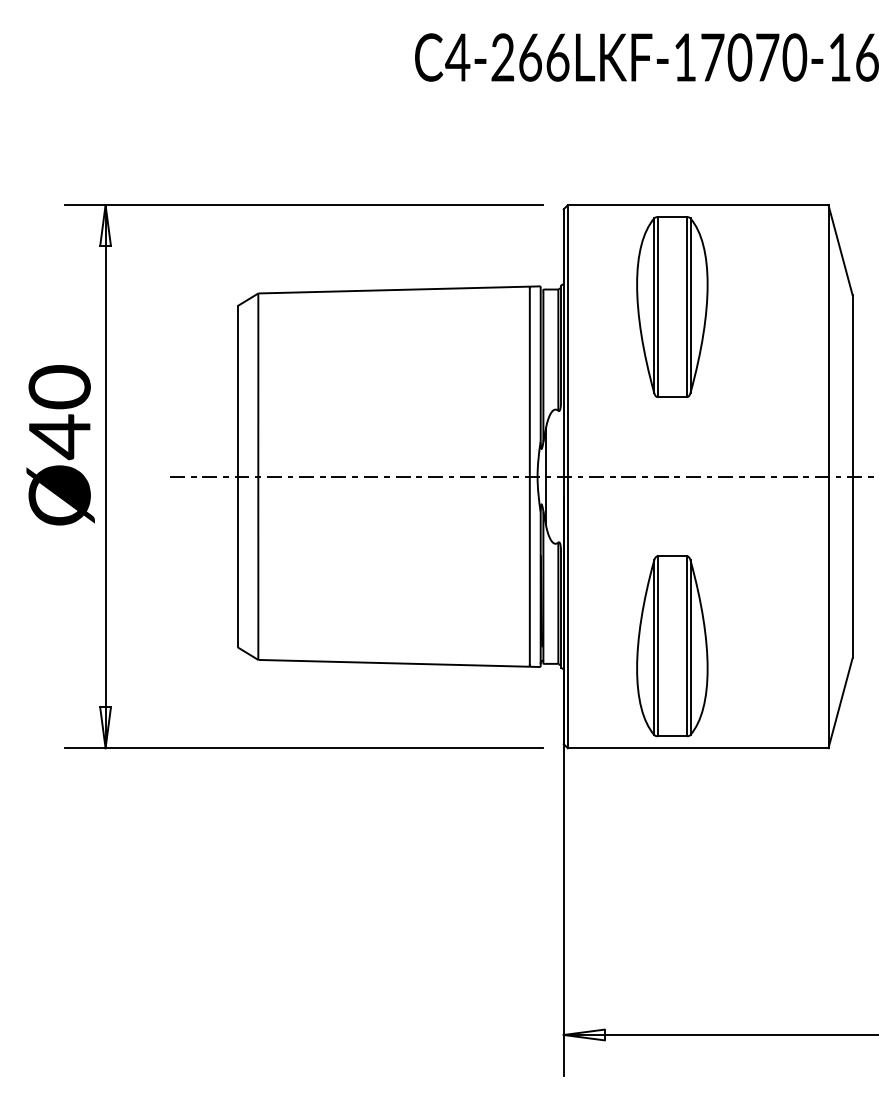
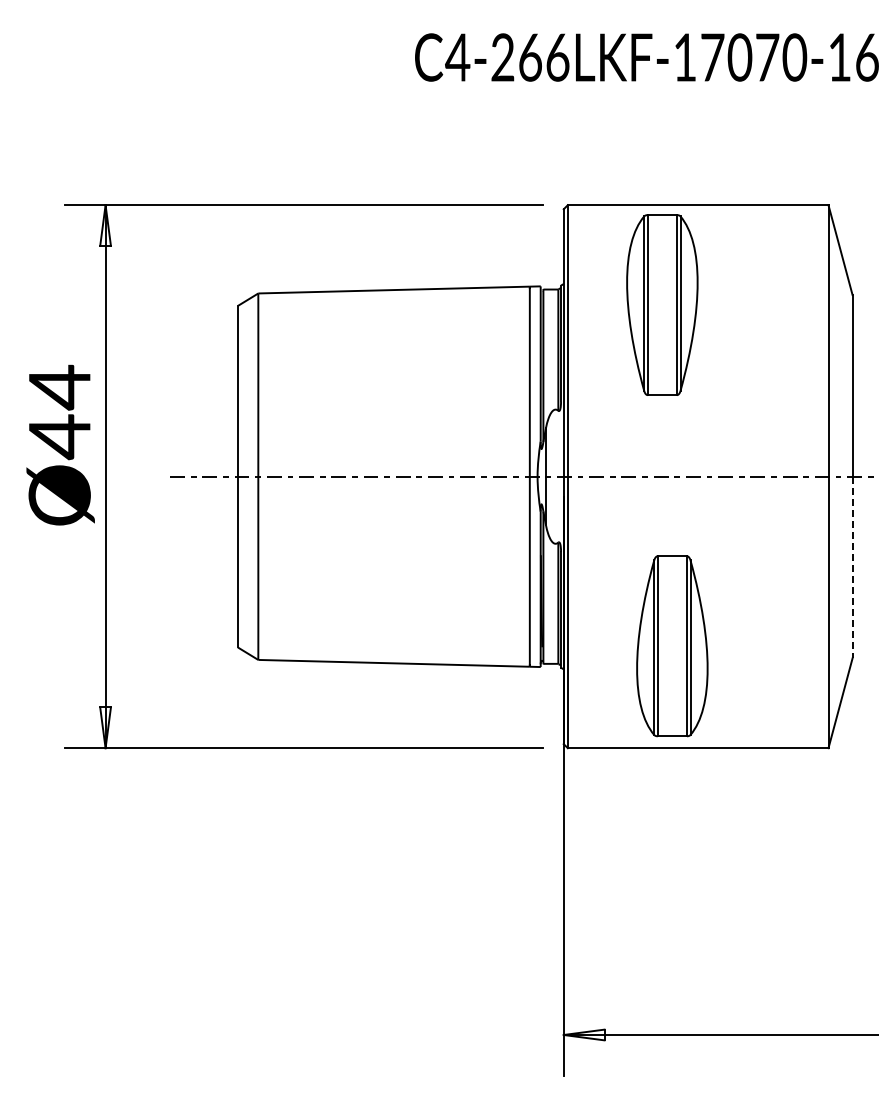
part at (672, 306) position: (672, 306) -> (662, 304)
text at (59, 387): Ø40 -> Ø44
line at (852, 567): solid -> dashed
